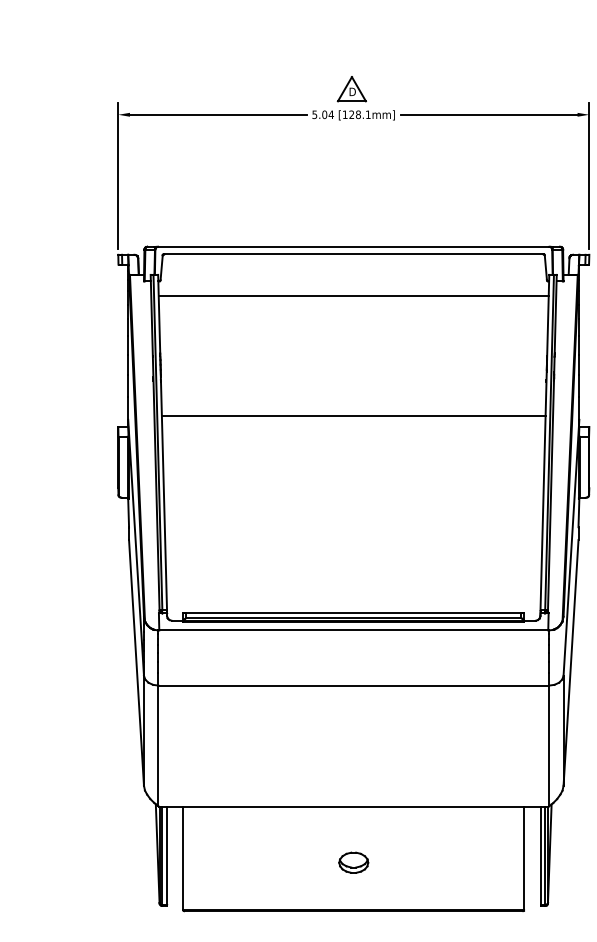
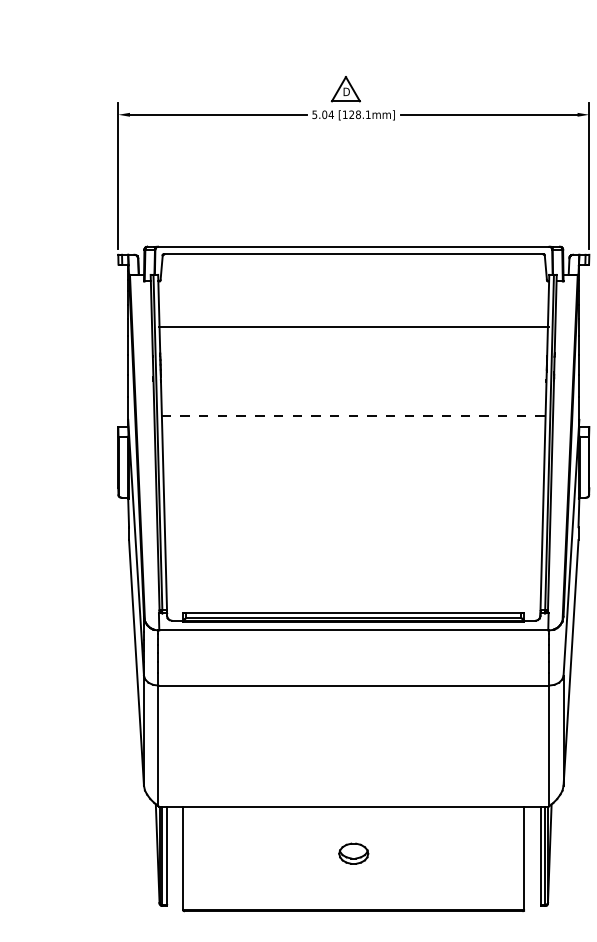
part at (351, 89) position: (351, 89) -> (345, 89)
line at (353, 295) position: (353, 295) -> (353, 326)
line at (353, 416): solid -> dashed
part at (353, 862) position: (353, 862) -> (353, 853)
